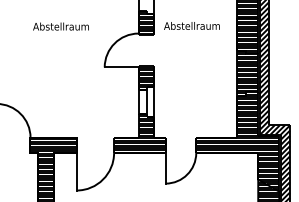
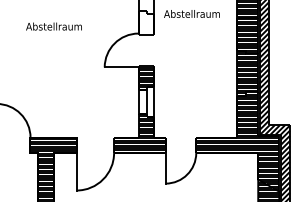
hatch at (146, 22): present -> none
text at (191, 25) position: (191, 25) -> (191, 13)
text at (60, 26) position: (60, 26) -> (53, 26)
